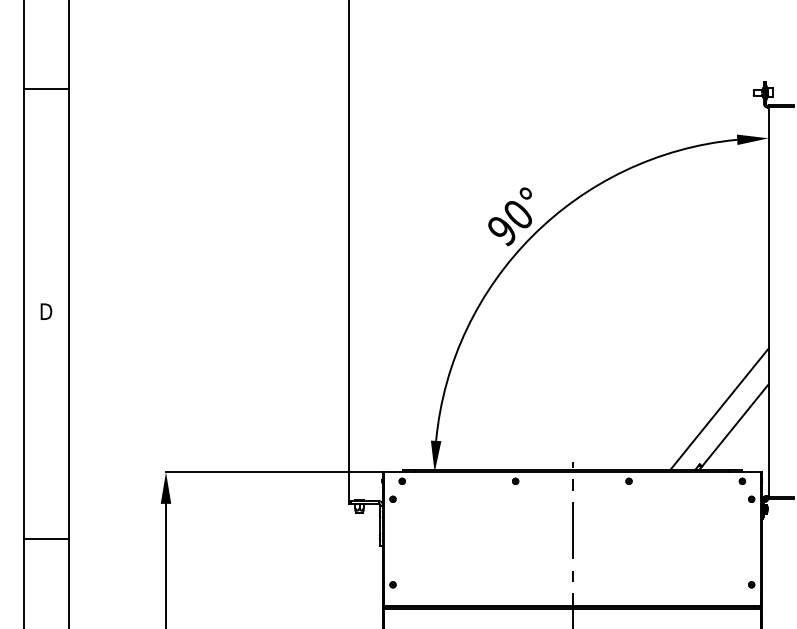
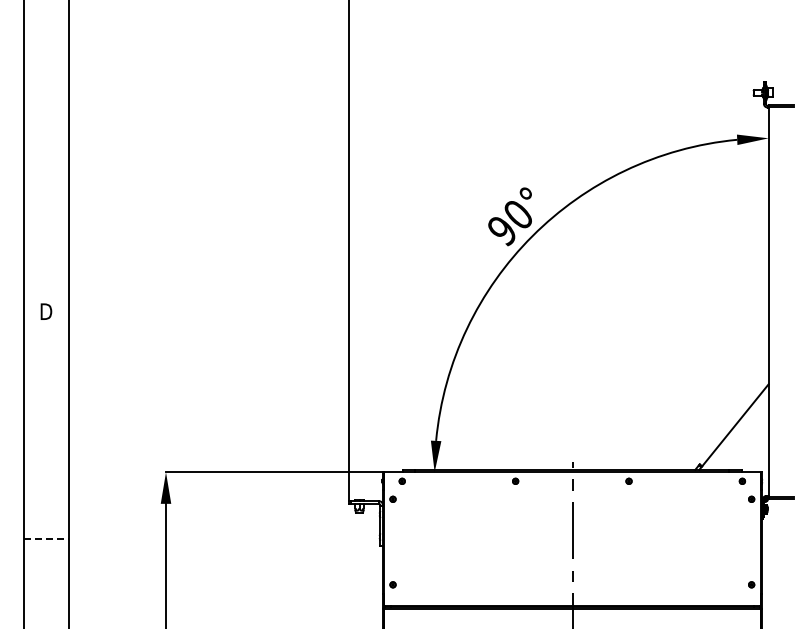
line at (45, 88): present -> none
line at (719, 408): present -> none
line at (46, 538): solid -> dashed
